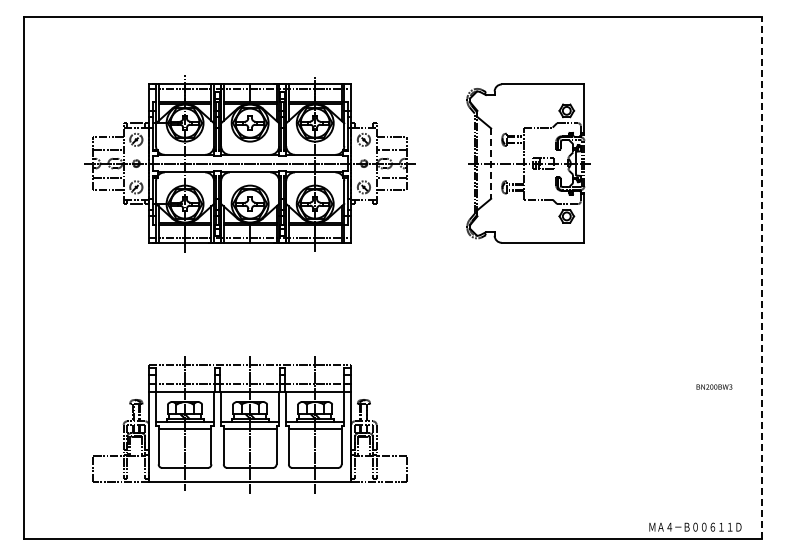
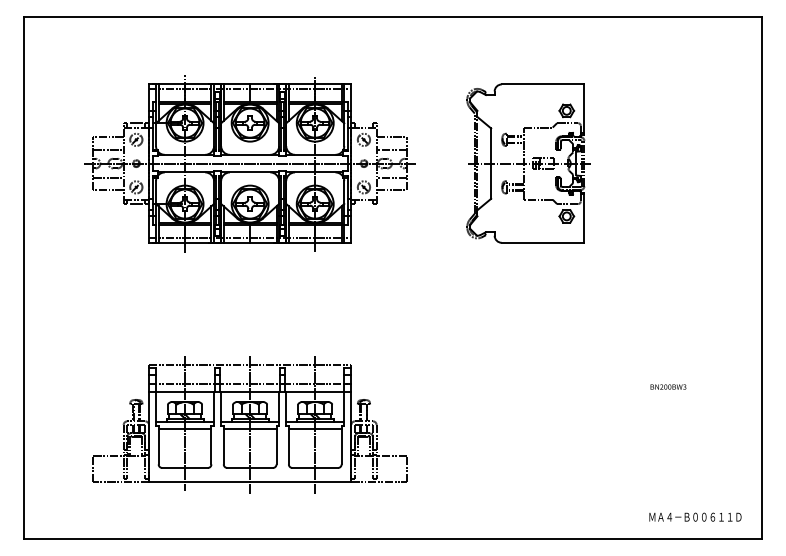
line at (491, 164): dashed -> solid
line at (762, 277): dashed -> solid
text at (714, 386) position: (714, 386) -> (668, 386)
text at (695, 526) position: (695, 526) -> (695, 516)
